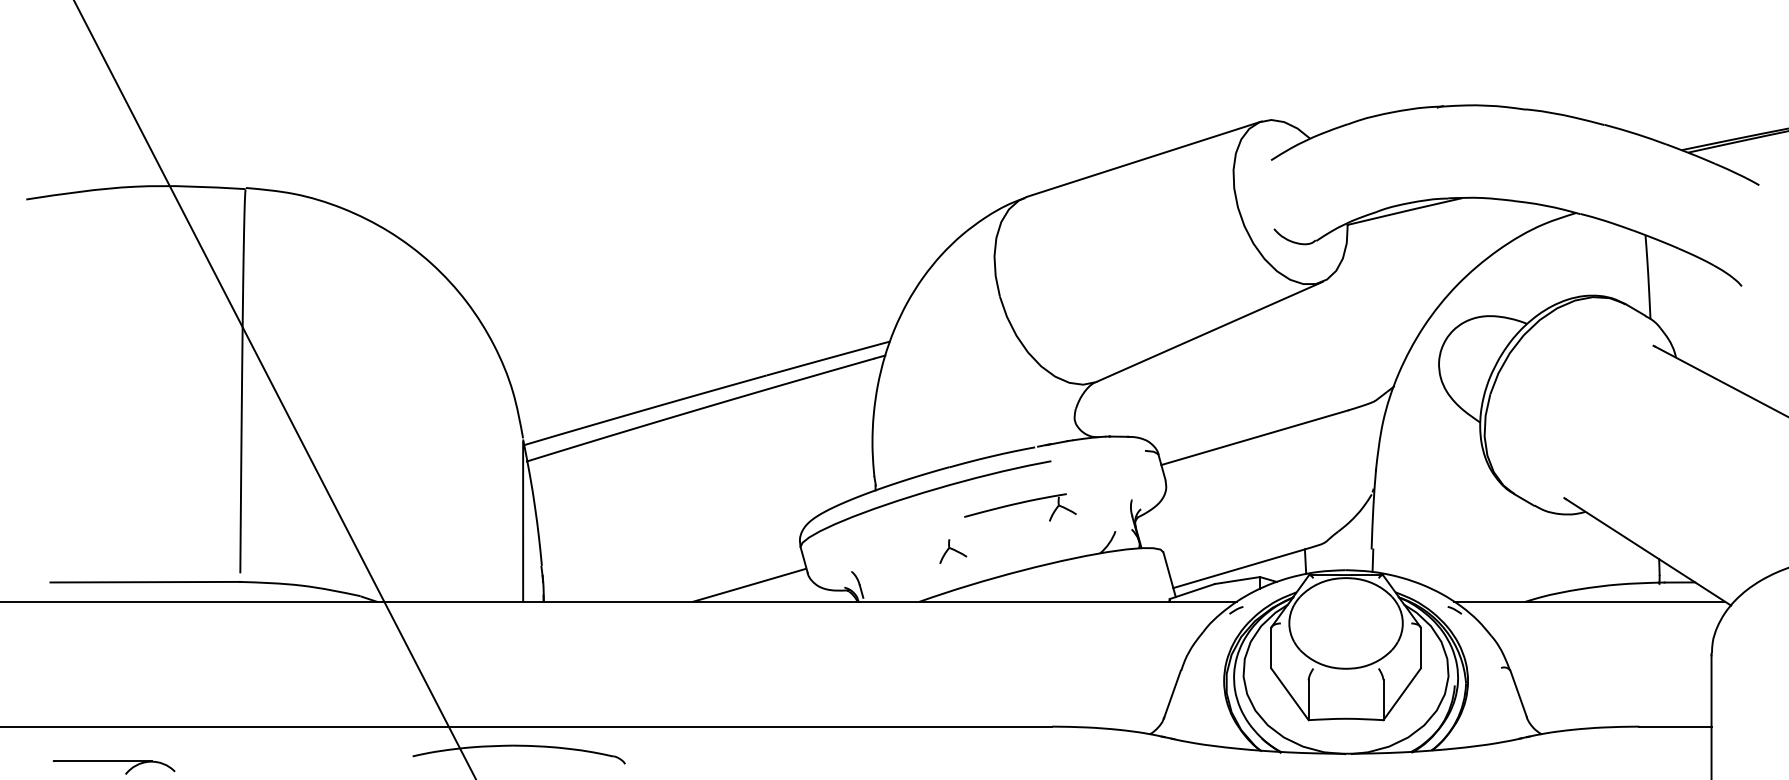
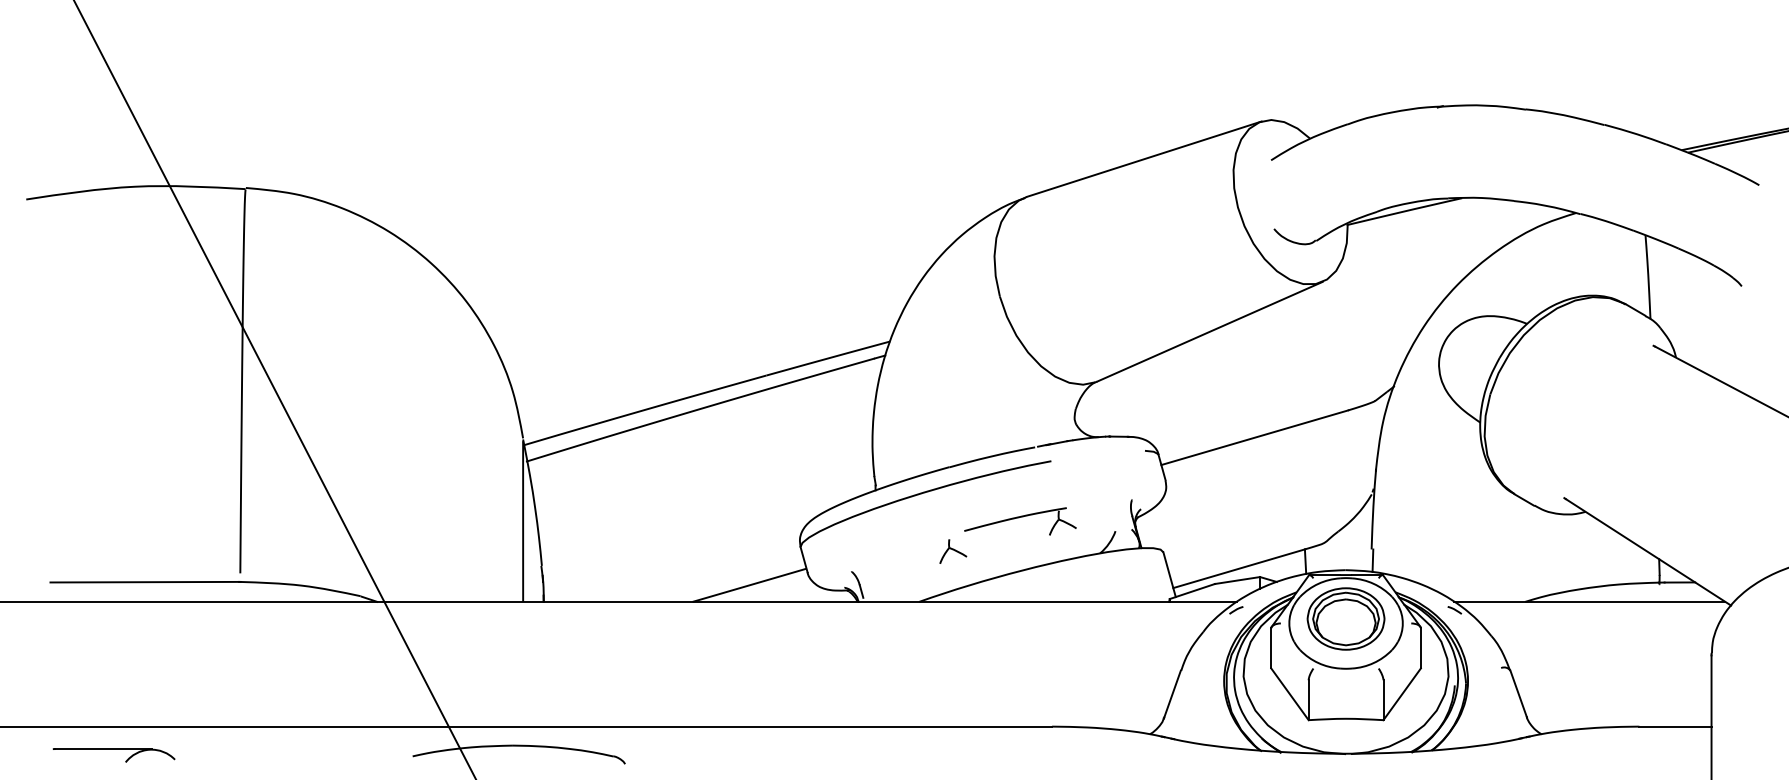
part at (1020, 507) position: (1020, 507) -> (1020, 521)
part at (1345, 618): none -> present
part at (113, 767) position: (113, 767) -> (113, 755)
